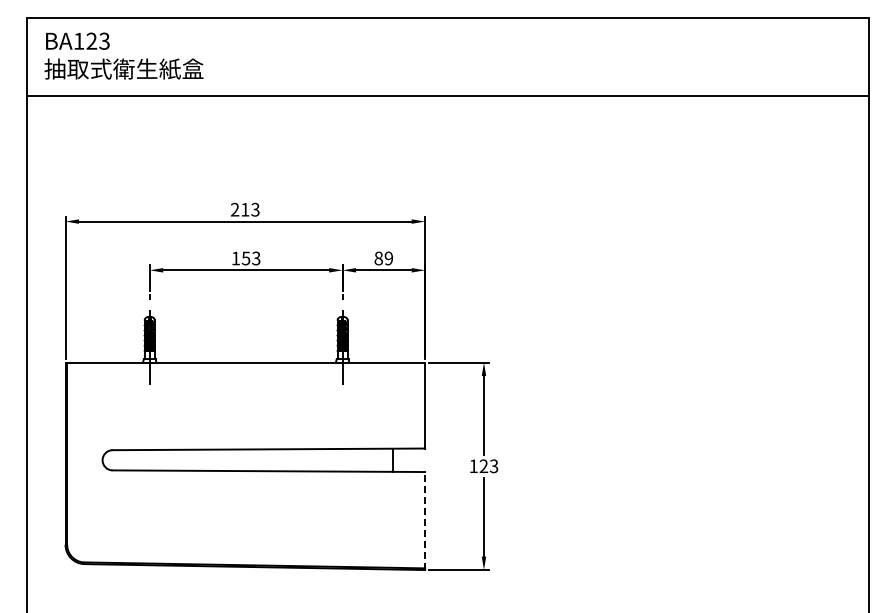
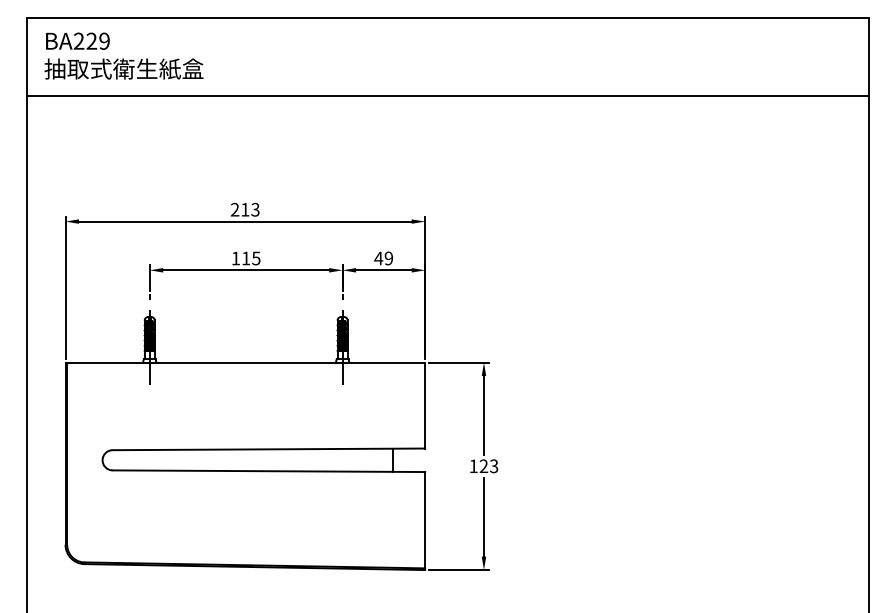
text at (91, 40): BA123 -> BA229
text at (250, 258): 153 -> 115
text at (378, 258): 89 -> 49
line at (425, 520): dashed -> solid
